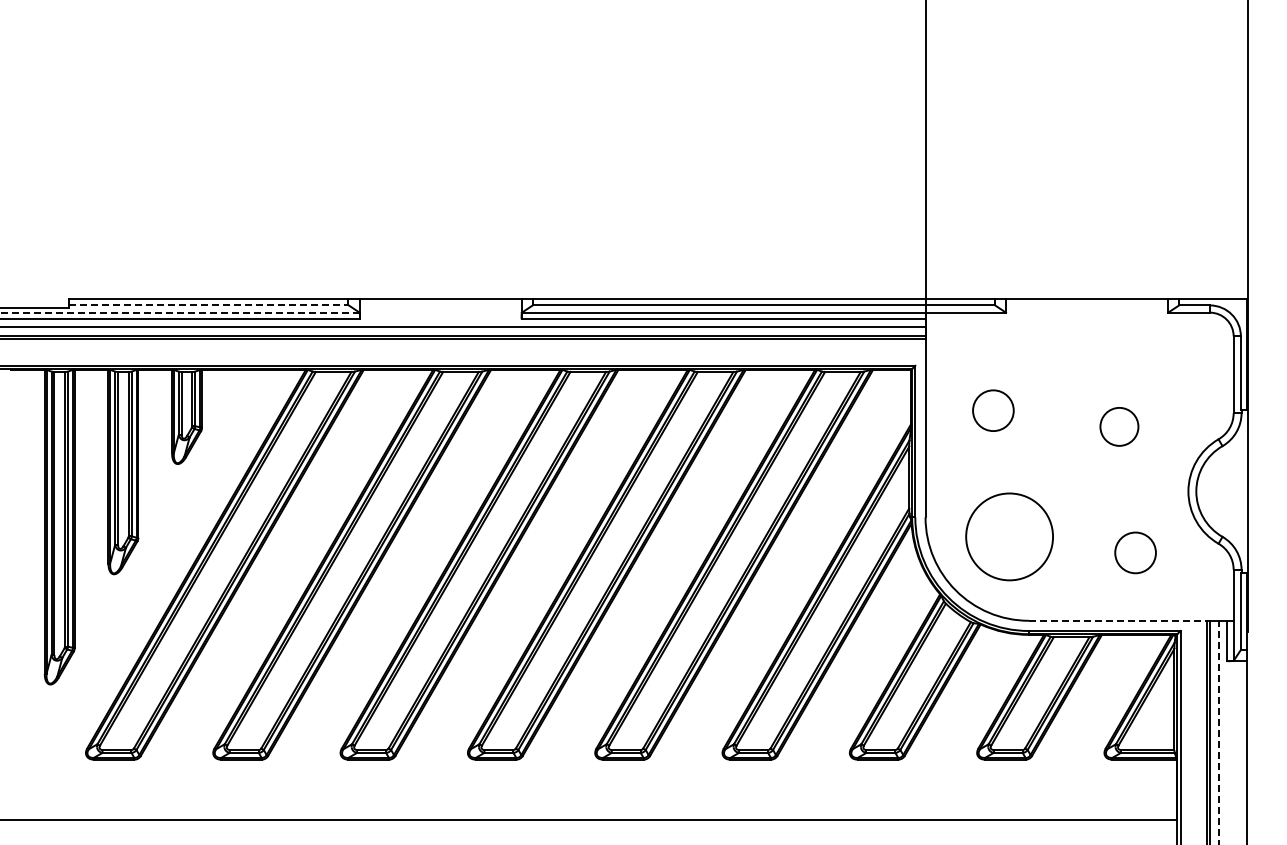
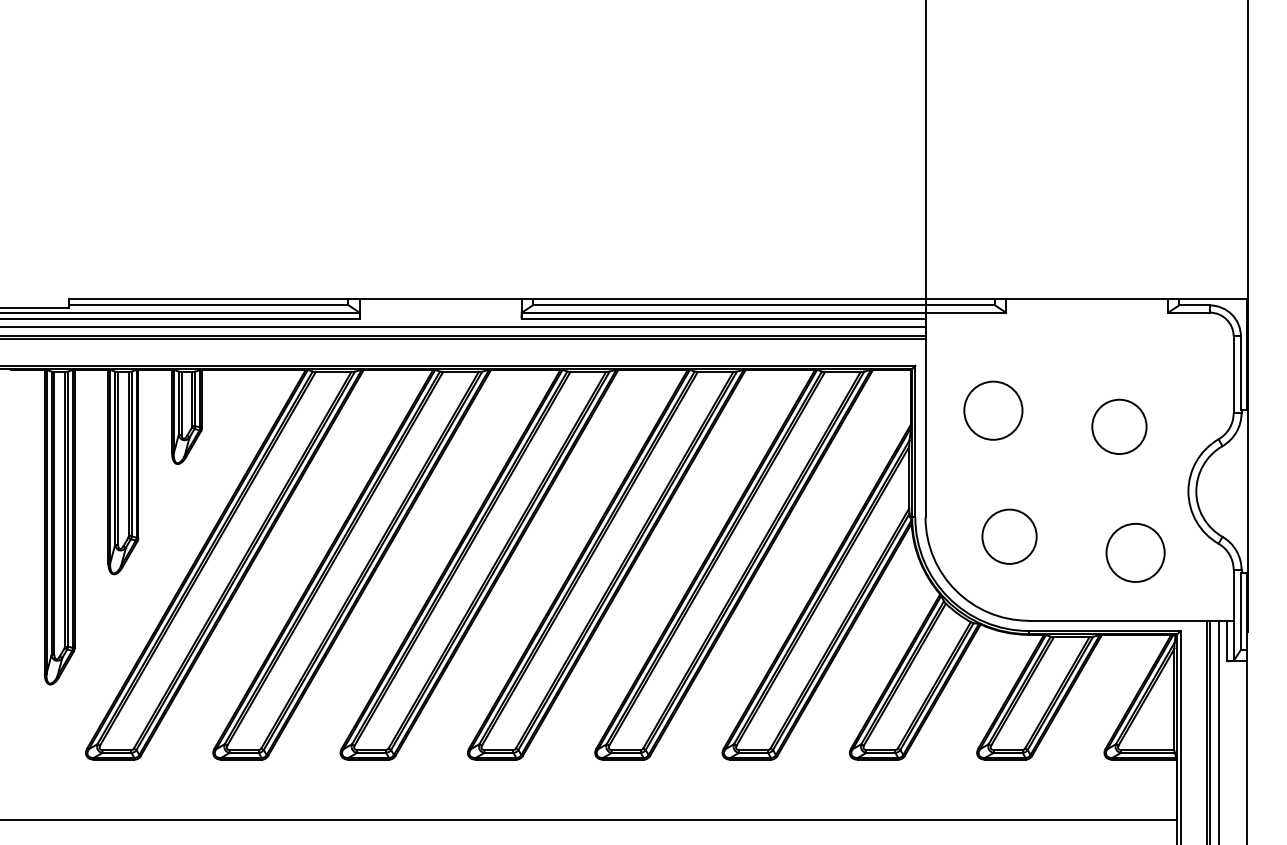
line at (208, 305): dashed -> solid
line at (179, 312): dashed -> solid
circle at (993, 410) diameter: 41 px -> 58 px
circle at (1119, 426) diameter: 38 px -> 54 px
circle at (1009, 536) size: 89x90 px -> 57x57 px
circle at (1135, 552) diameter: 41 px -> 58 px
line at (1118, 620): dashed -> solid
line at (1218, 732): dashed -> solid
